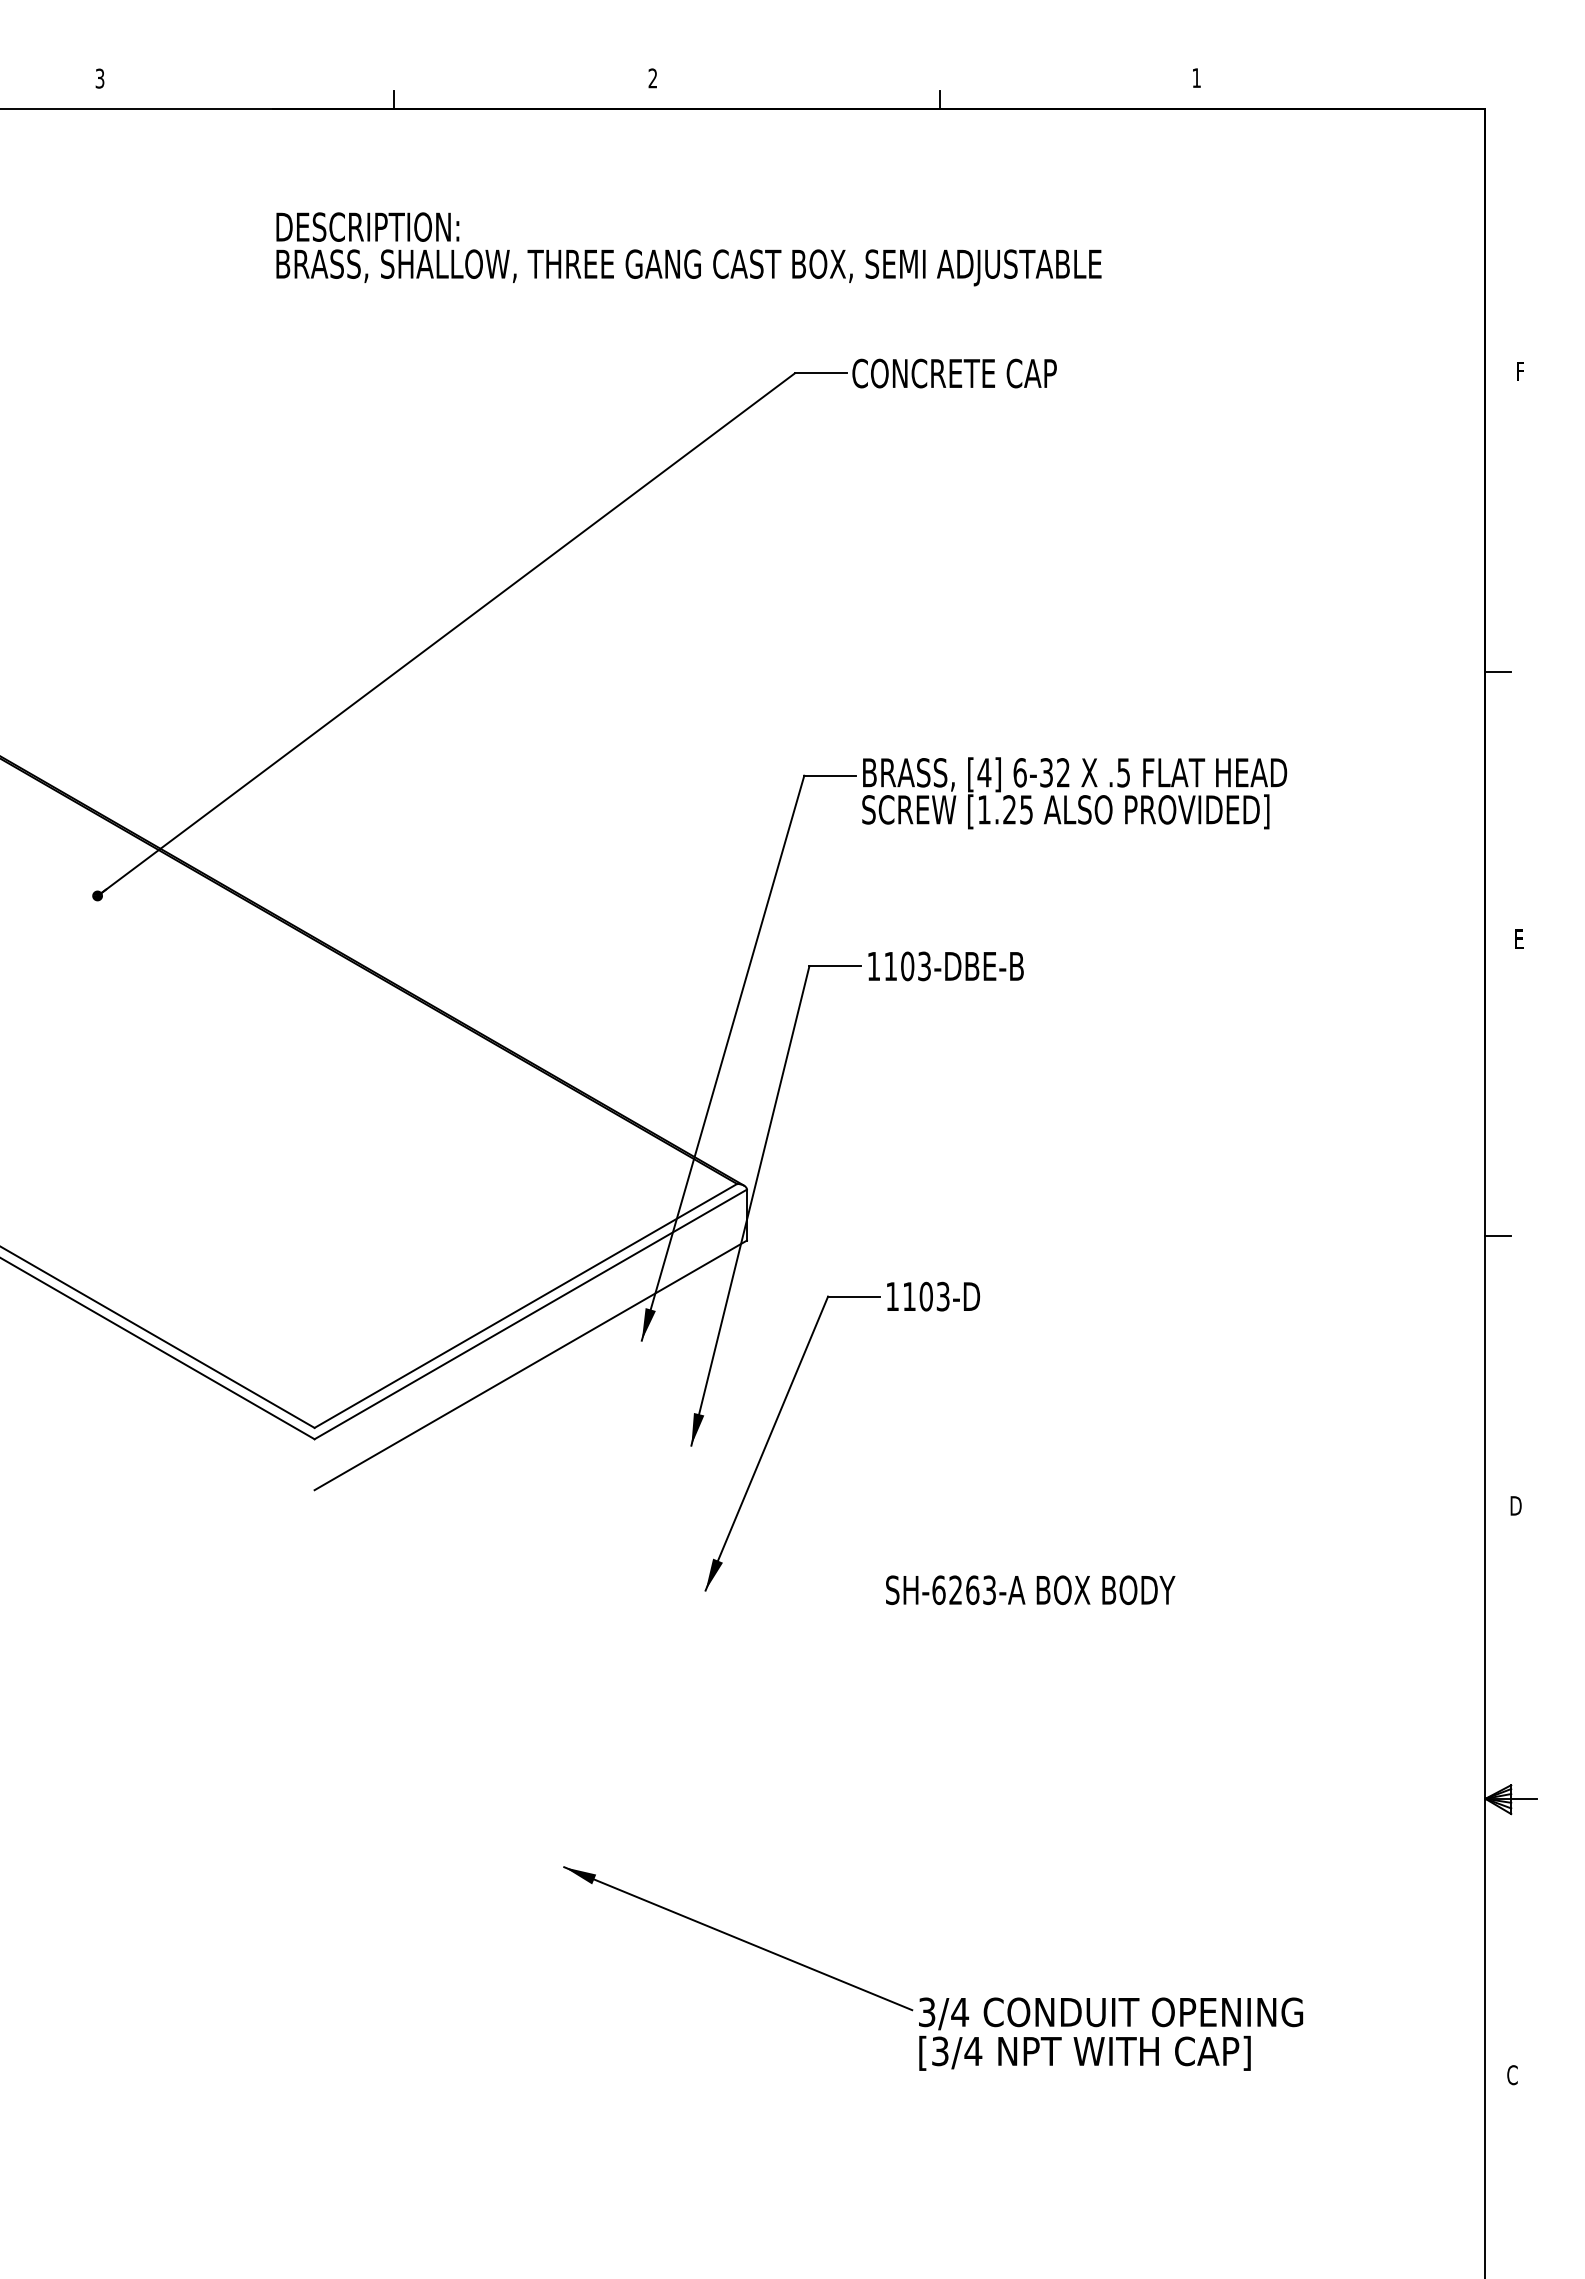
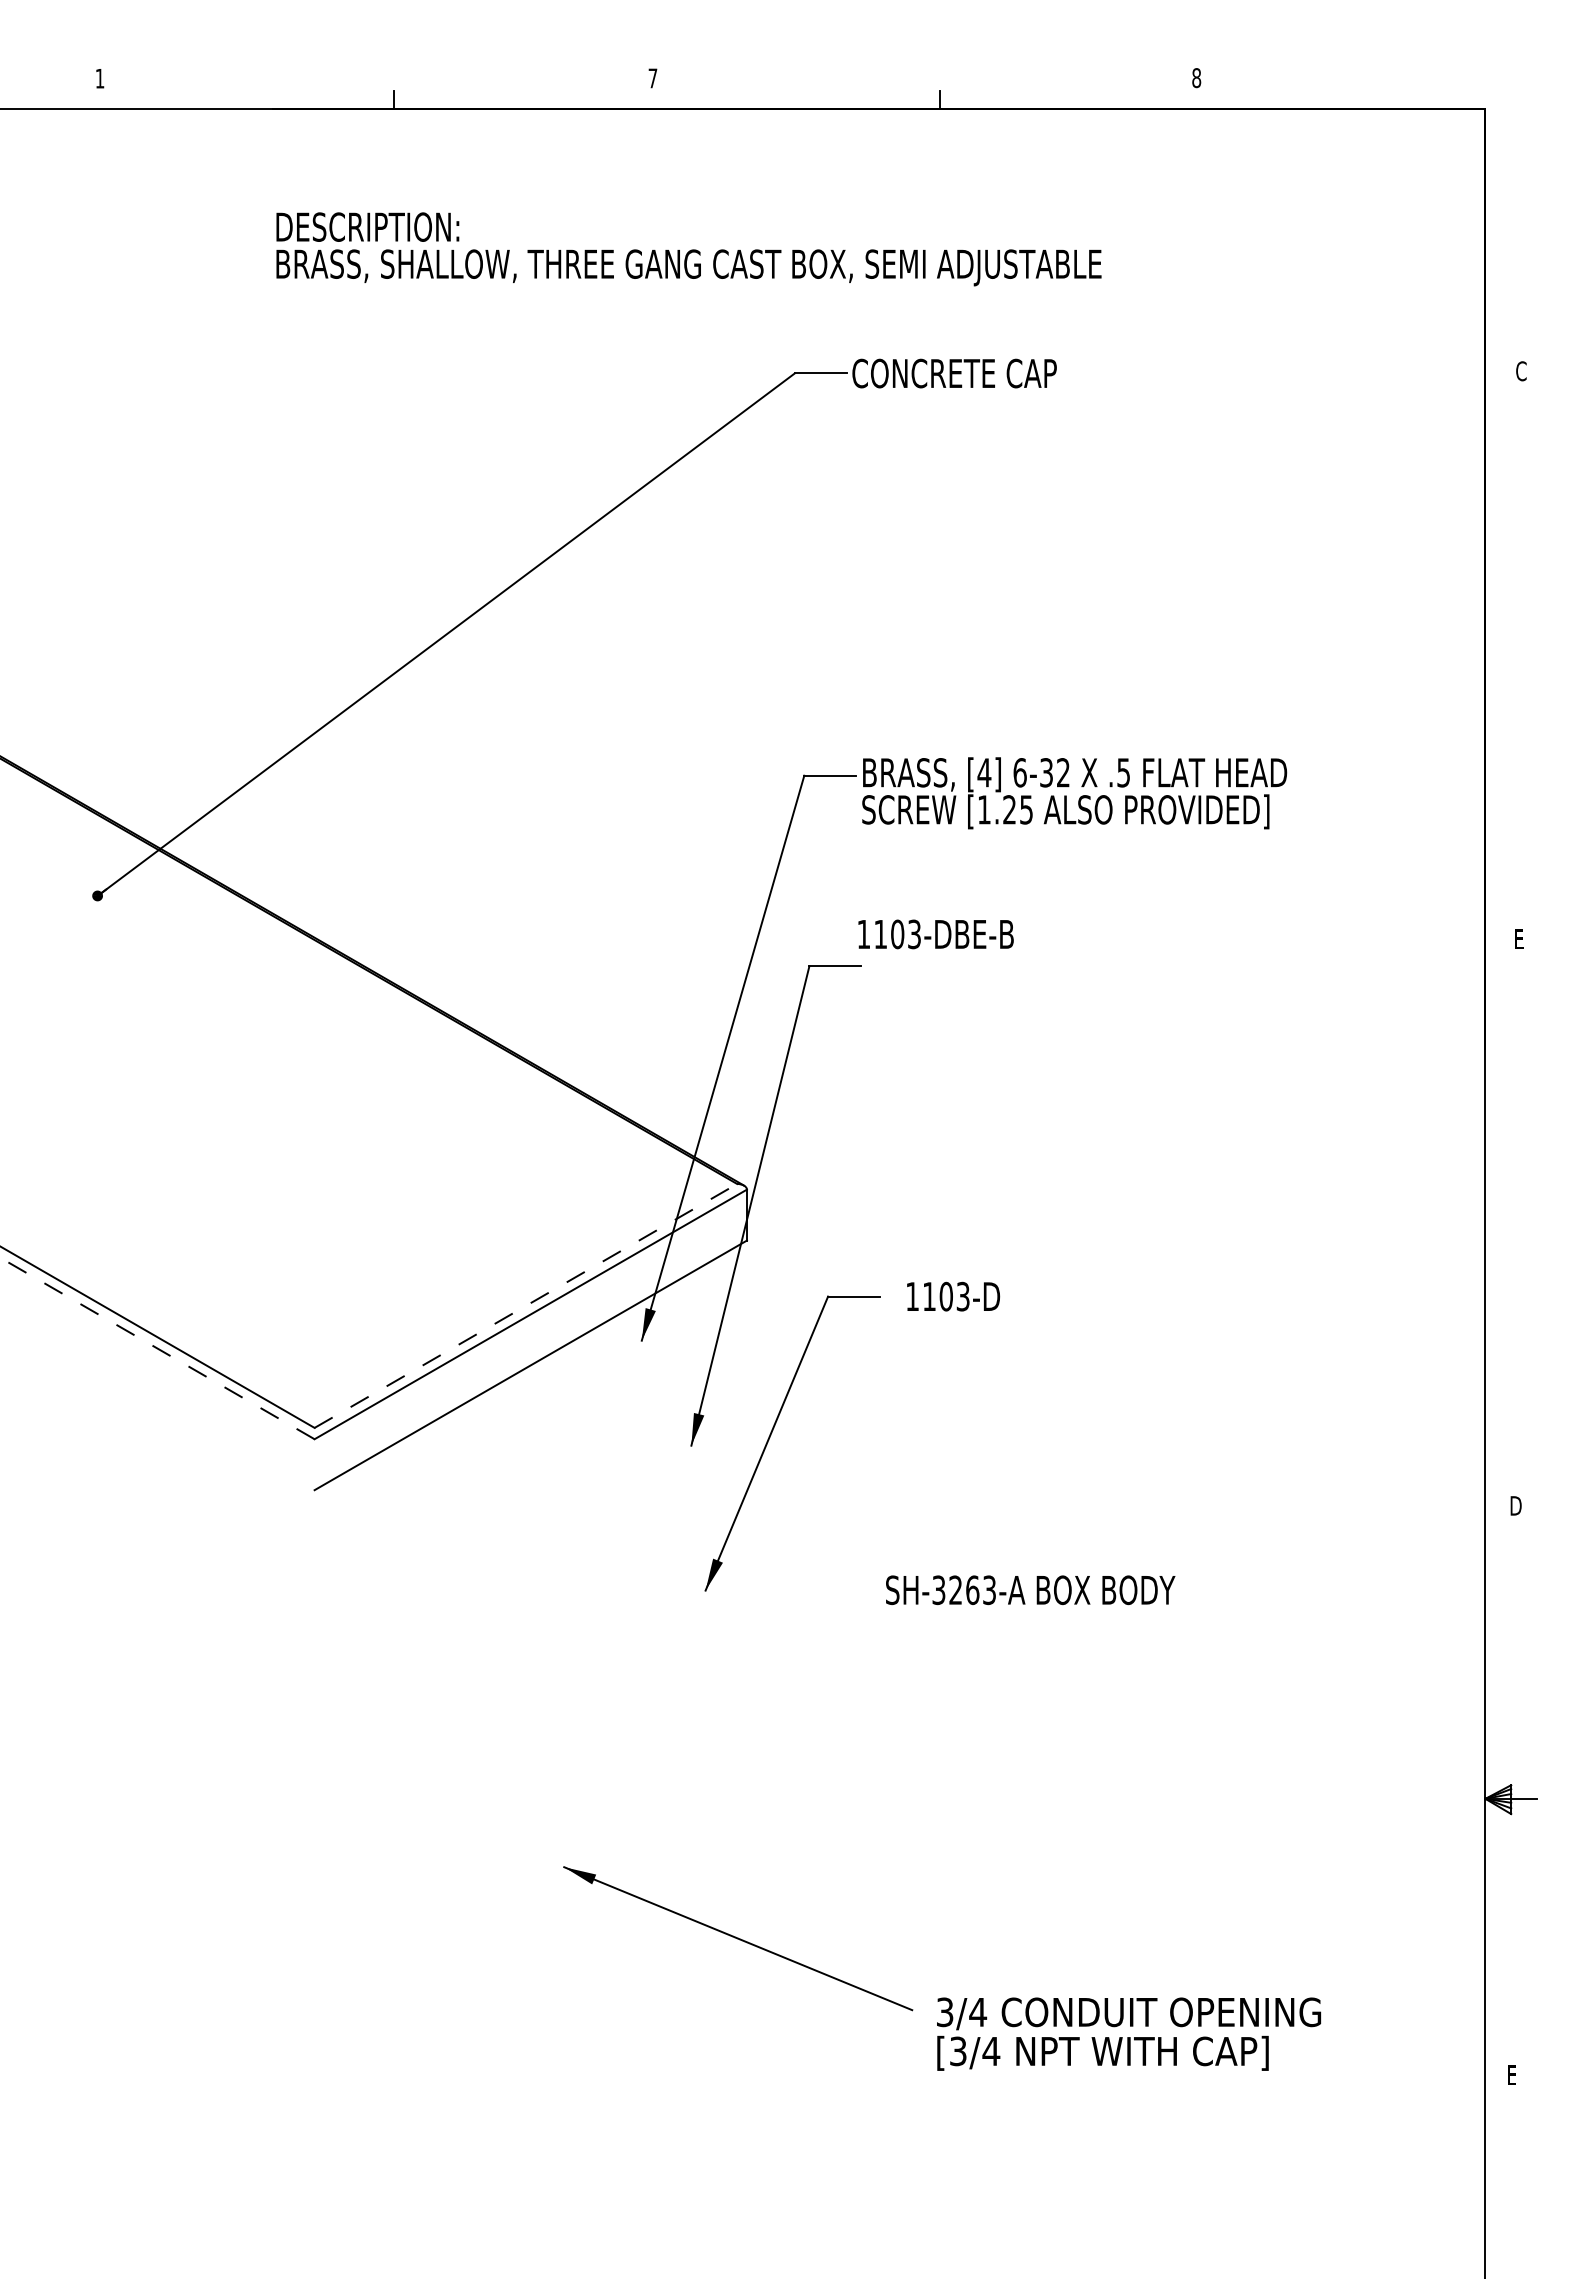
text at (99, 78): 3 -> 1
text at (652, 78): 2 -> 7
text at (1196, 78): 1 -> 8
text at (1521, 371): F -> C
line at (1498, 672): present -> none
text at (945, 966) position: (945, 966) -> (935, 934)
line at (1498, 1235): present -> none
text at (933, 1296) position: (933, 1296) -> (953, 1296)
line at (525, 1305): solid -> dashed
line at (157, 1348): solid -> dashed
text at (938, 1590): SH-6263-A -> SH-3263-A
text at (1110, 2033) position: (1110, 2033) -> (1128, 2033)
text at (1512, 2075): C -> E
